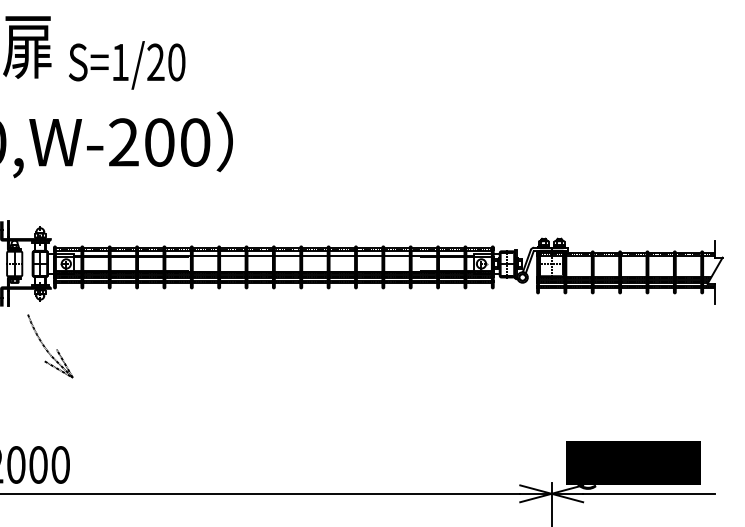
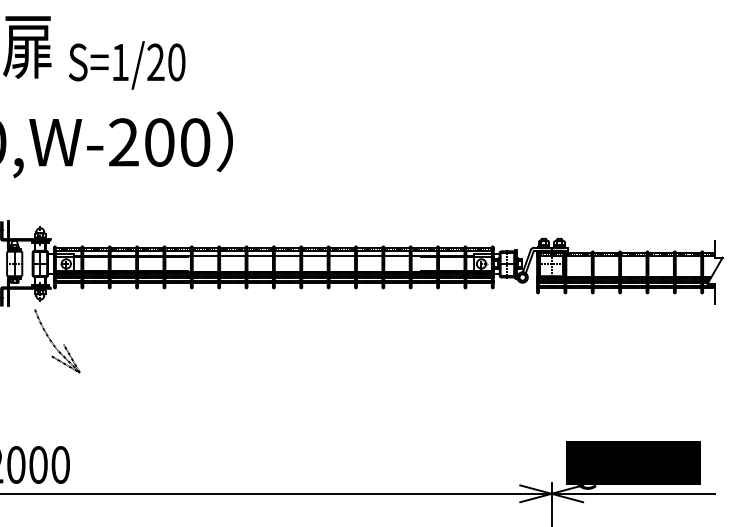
part at (50, 346) position: (50, 346) -> (57, 341)
